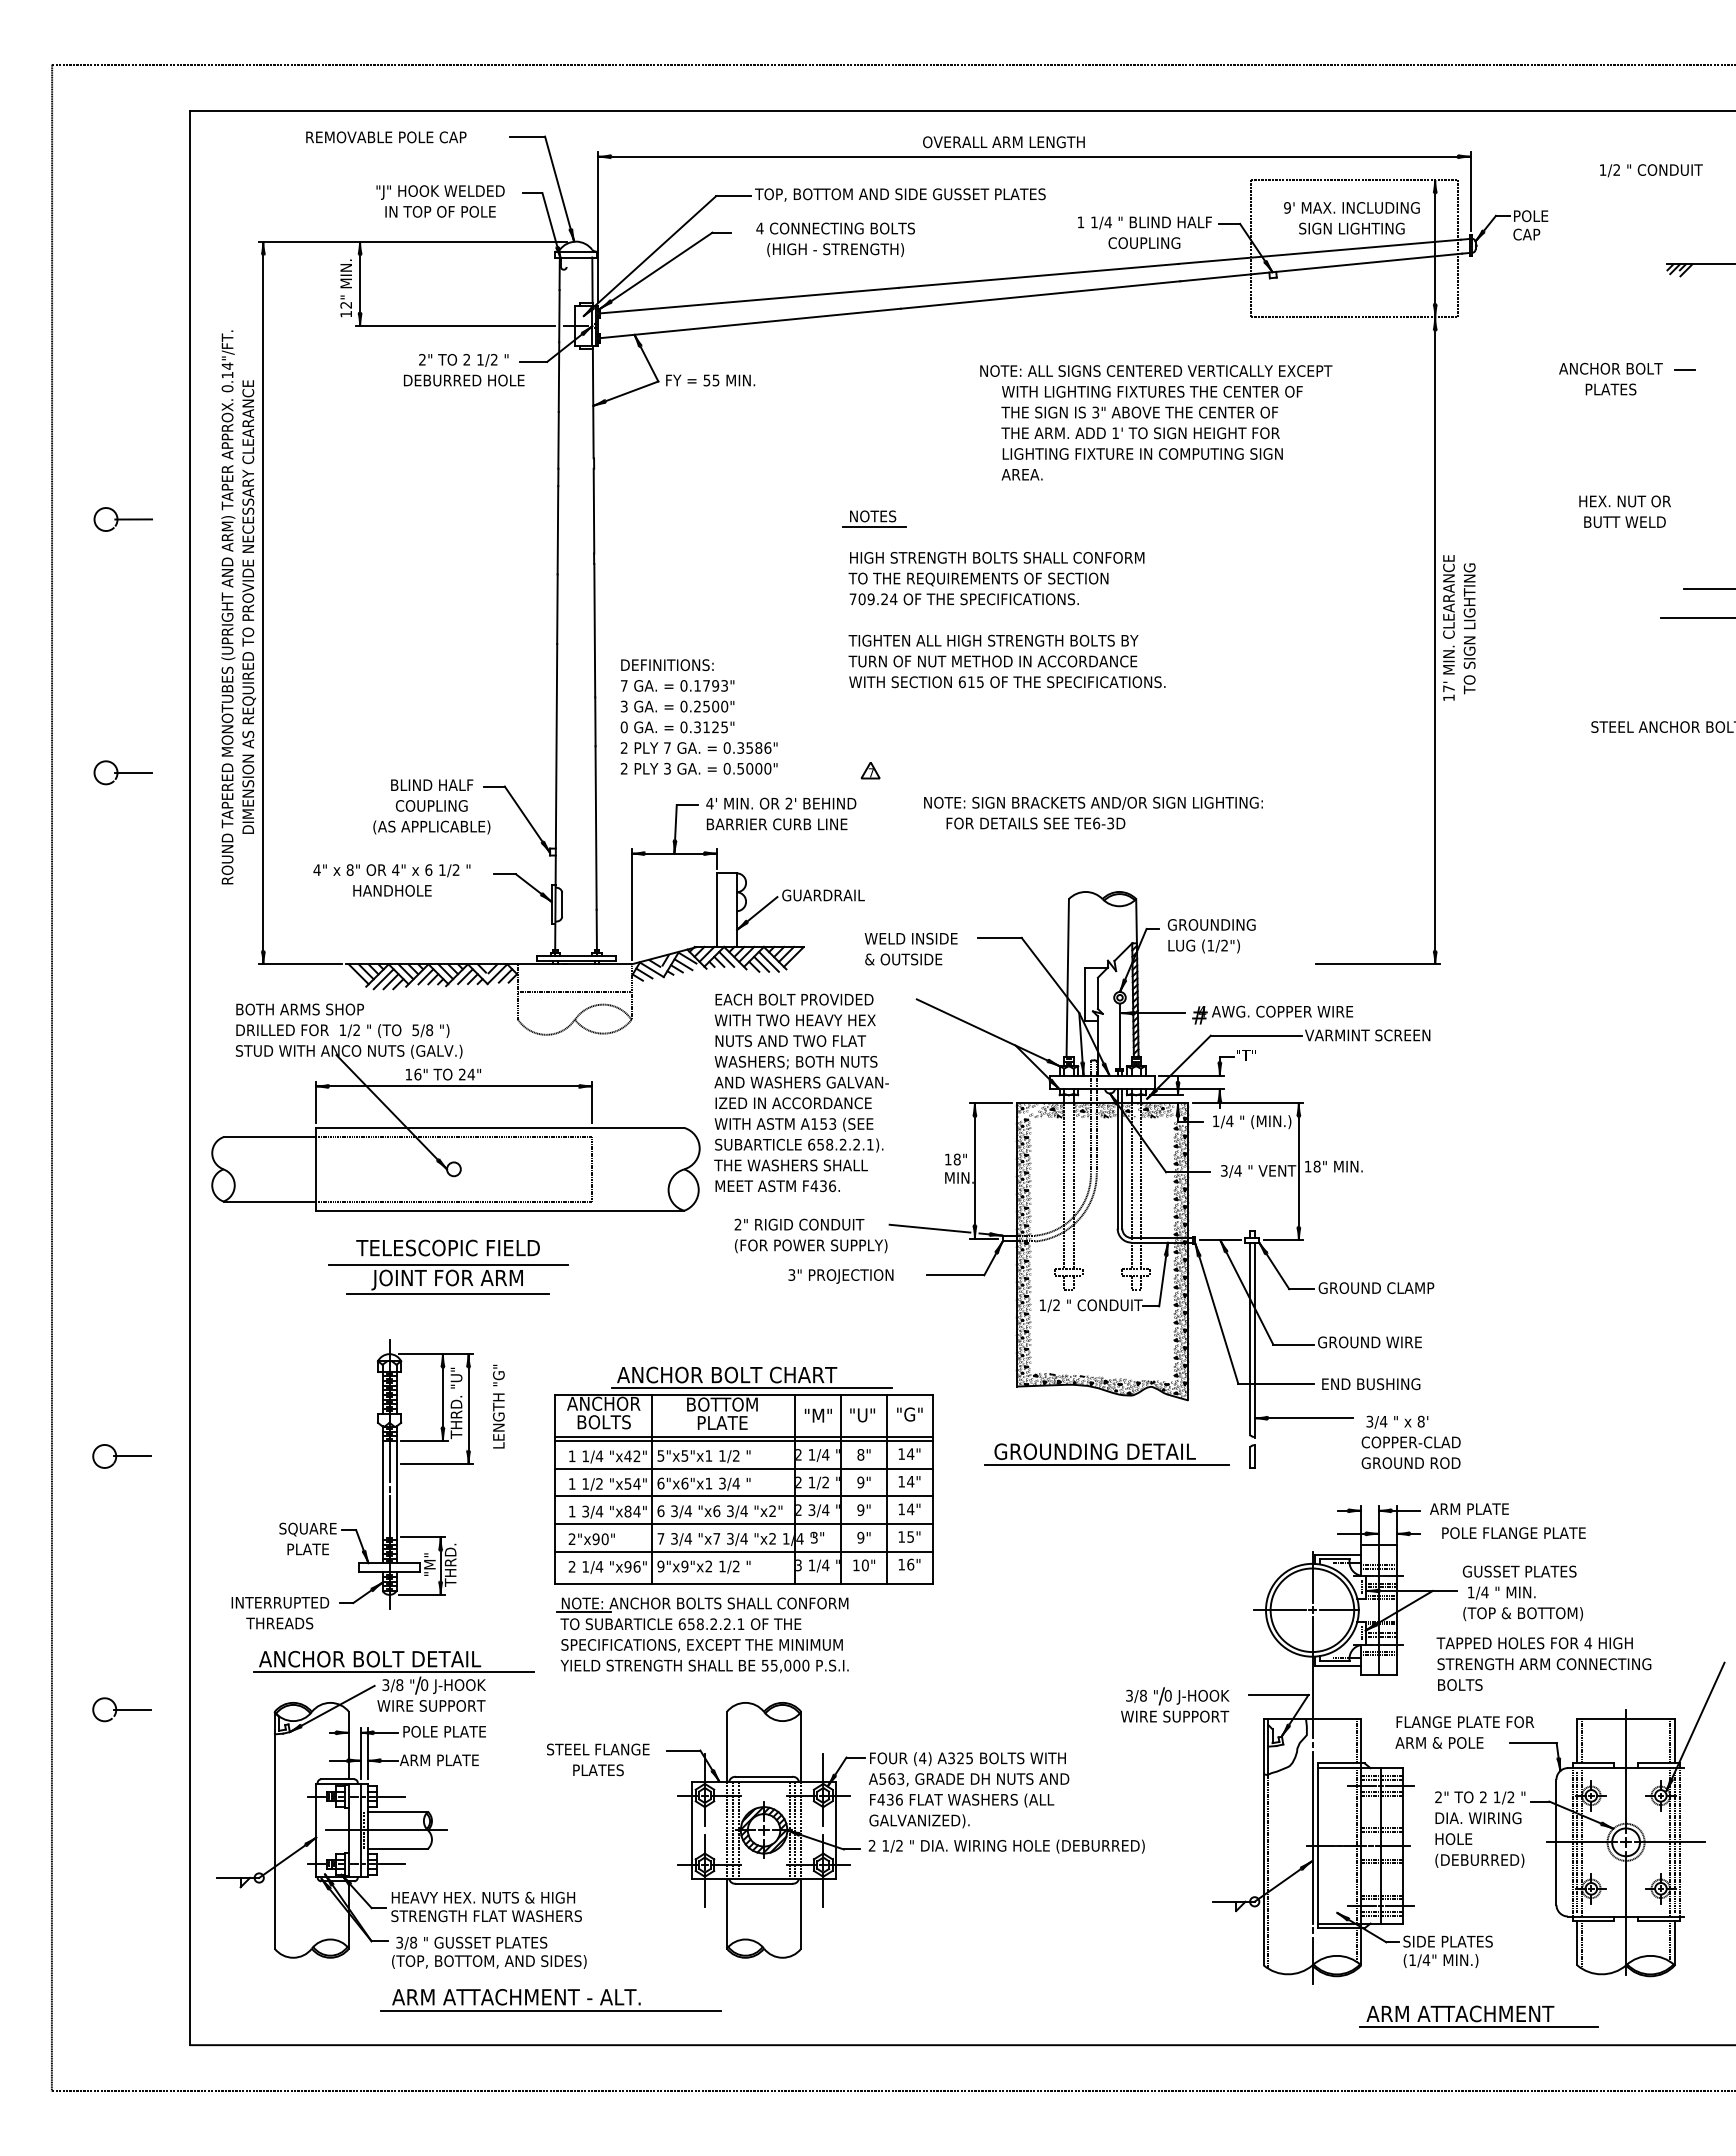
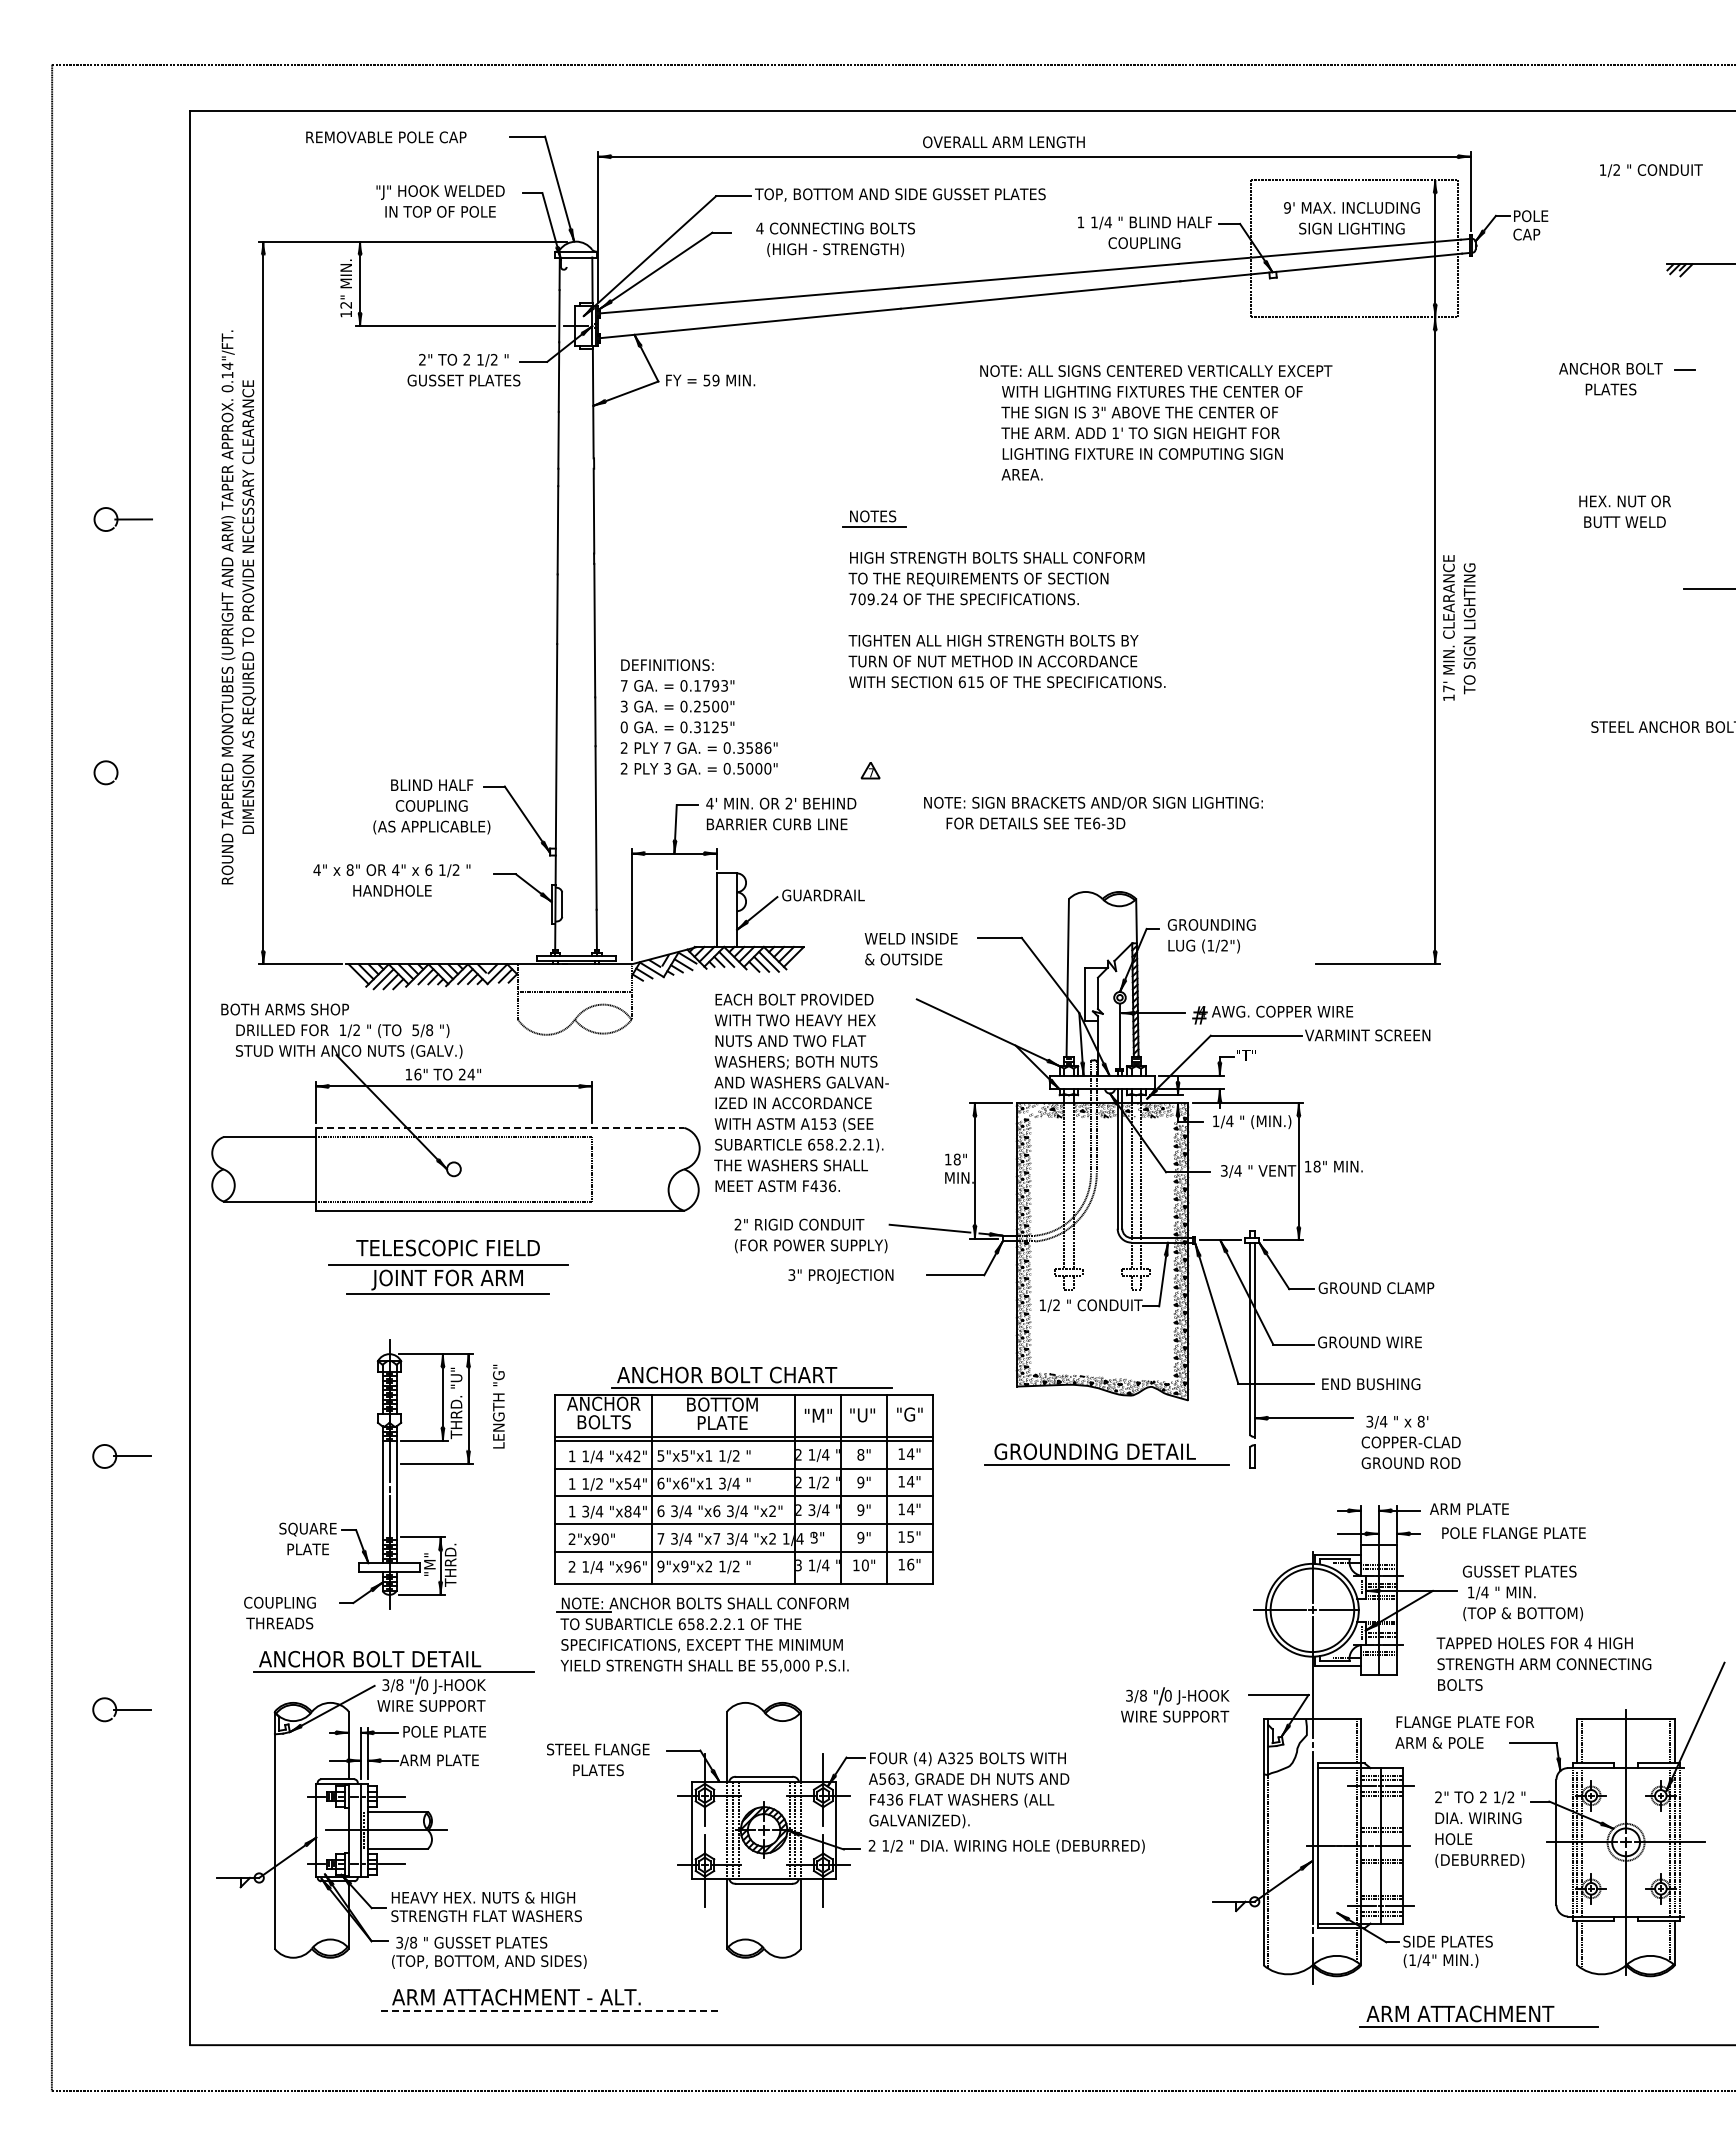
text at (715, 379): 55 -> 59
text at (463, 380): DEBURRED HOLE -> GUSSET PLATES
line at (1696, 617): present -> none
line at (133, 772): present -> none
text at (299, 1009) position: (299, 1009) -> (284, 1009)
line at (500, 1127): solid -> dashed
text at (280, 1602): INTERRUPTED -> COUPLING
line at (551, 2011): solid -> dashed
